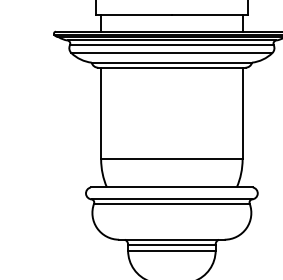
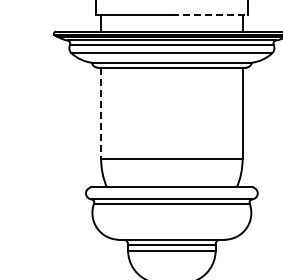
line at (209, 14): solid -> dashed
line at (101, 113): solid -> dashed
